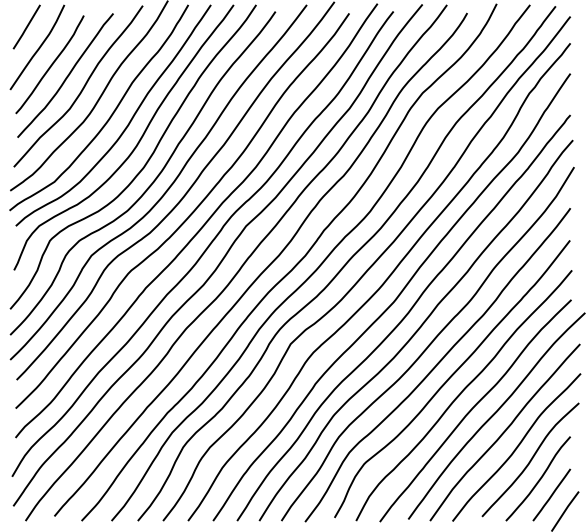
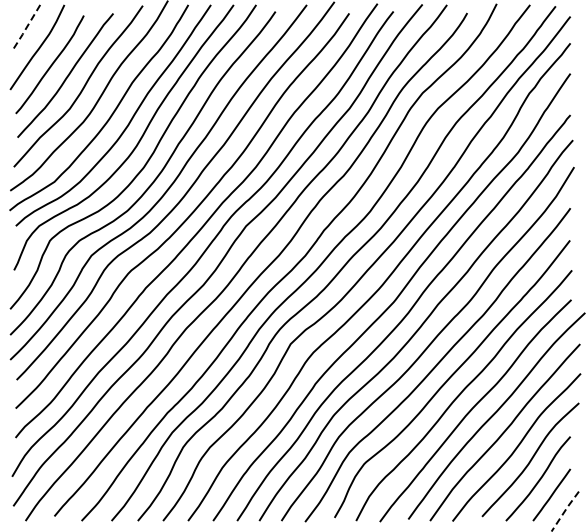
line at (26, 28): solid -> dashed
line at (564, 511): solid -> dashed
